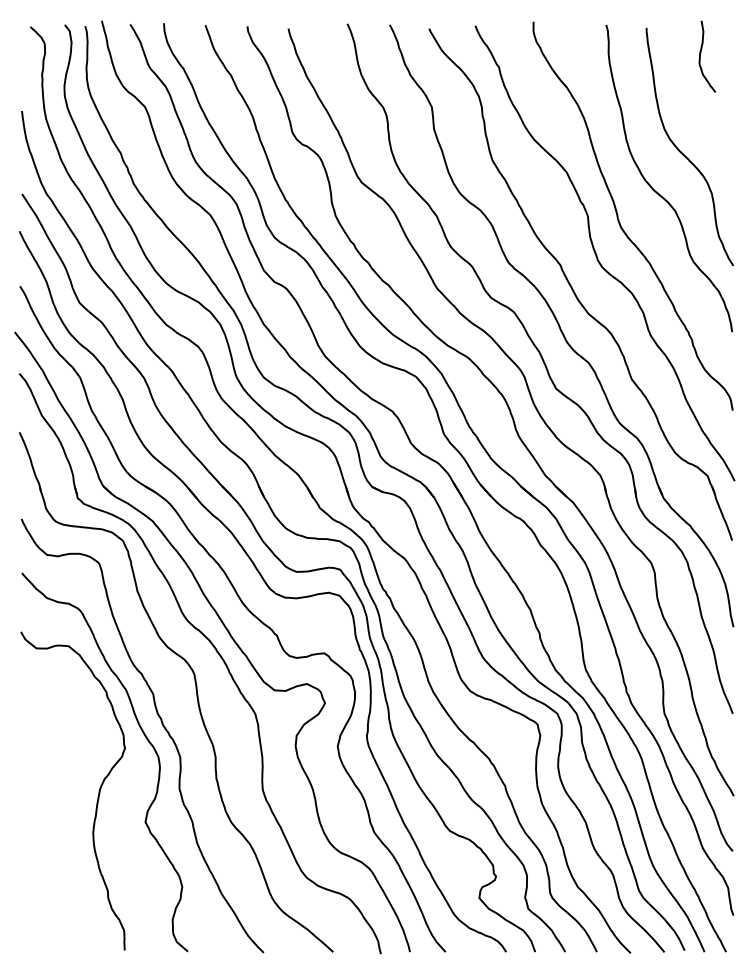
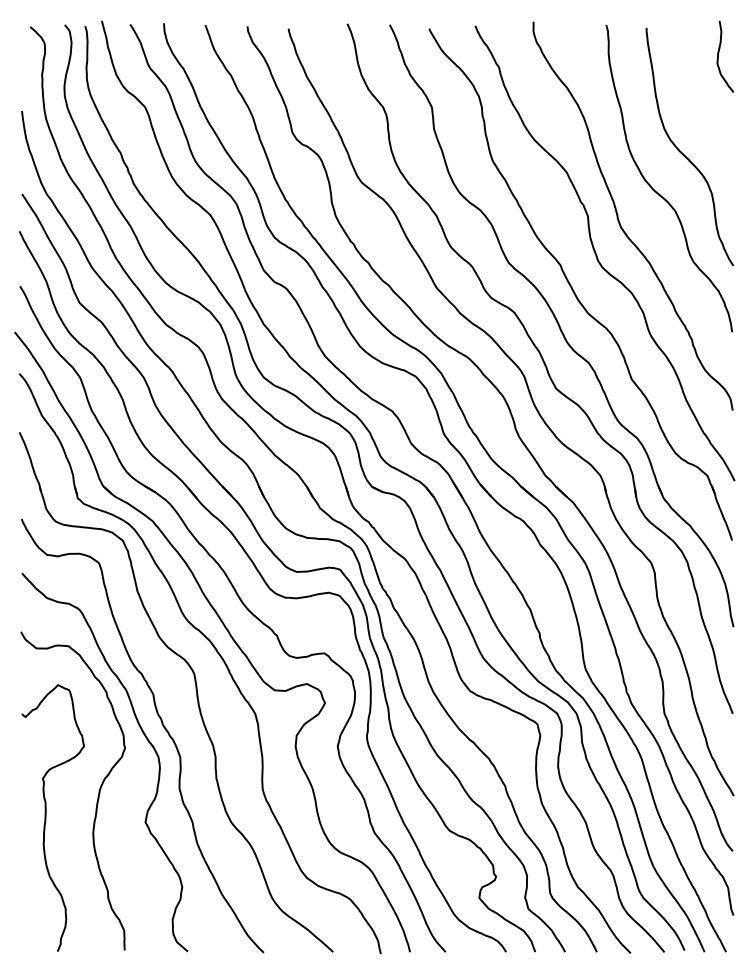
curve at (701, 53) position: (701, 53) -> (719, 53)
curve at (46, 817): none -> present
